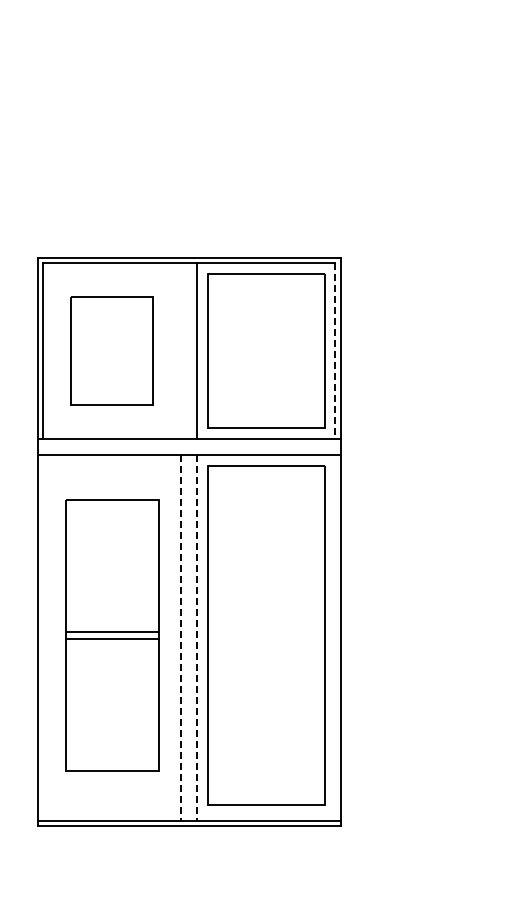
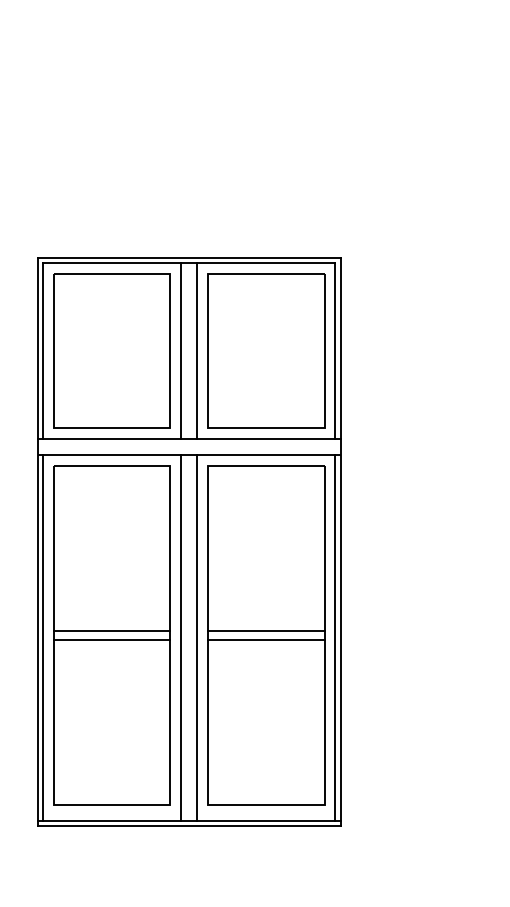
part at (111, 350) size: 84x110 px -> 118x156 px
line at (181, 351): none -> present
line at (335, 351): dashed -> solid
line at (266, 631): none -> present
part at (112, 635) size: 95x273 px -> 118x341 px
line at (43, 637): none -> present
line at (335, 637): none -> present
line at (181, 638): dashed -> solid
line at (197, 638): dashed -> solid
line at (266, 639): none -> present
